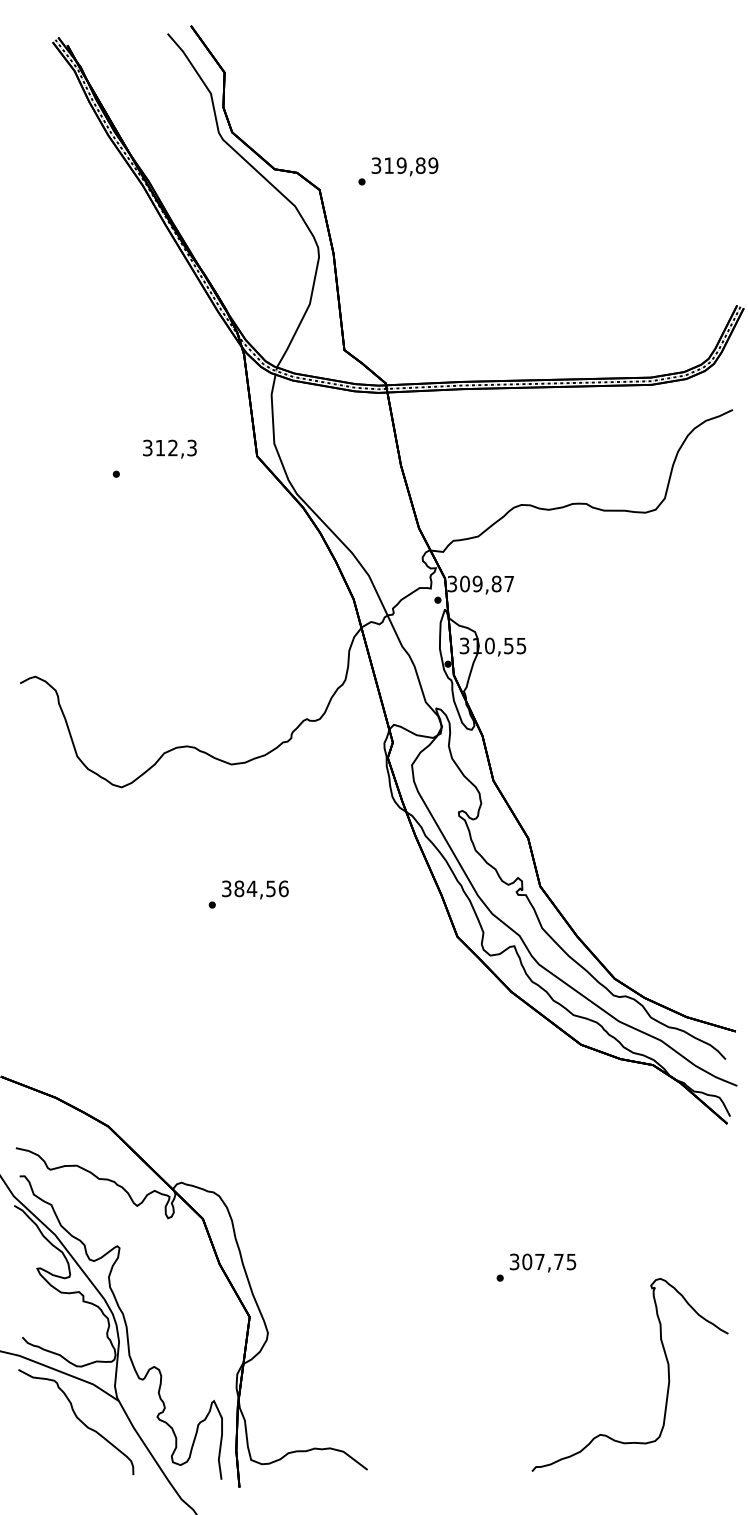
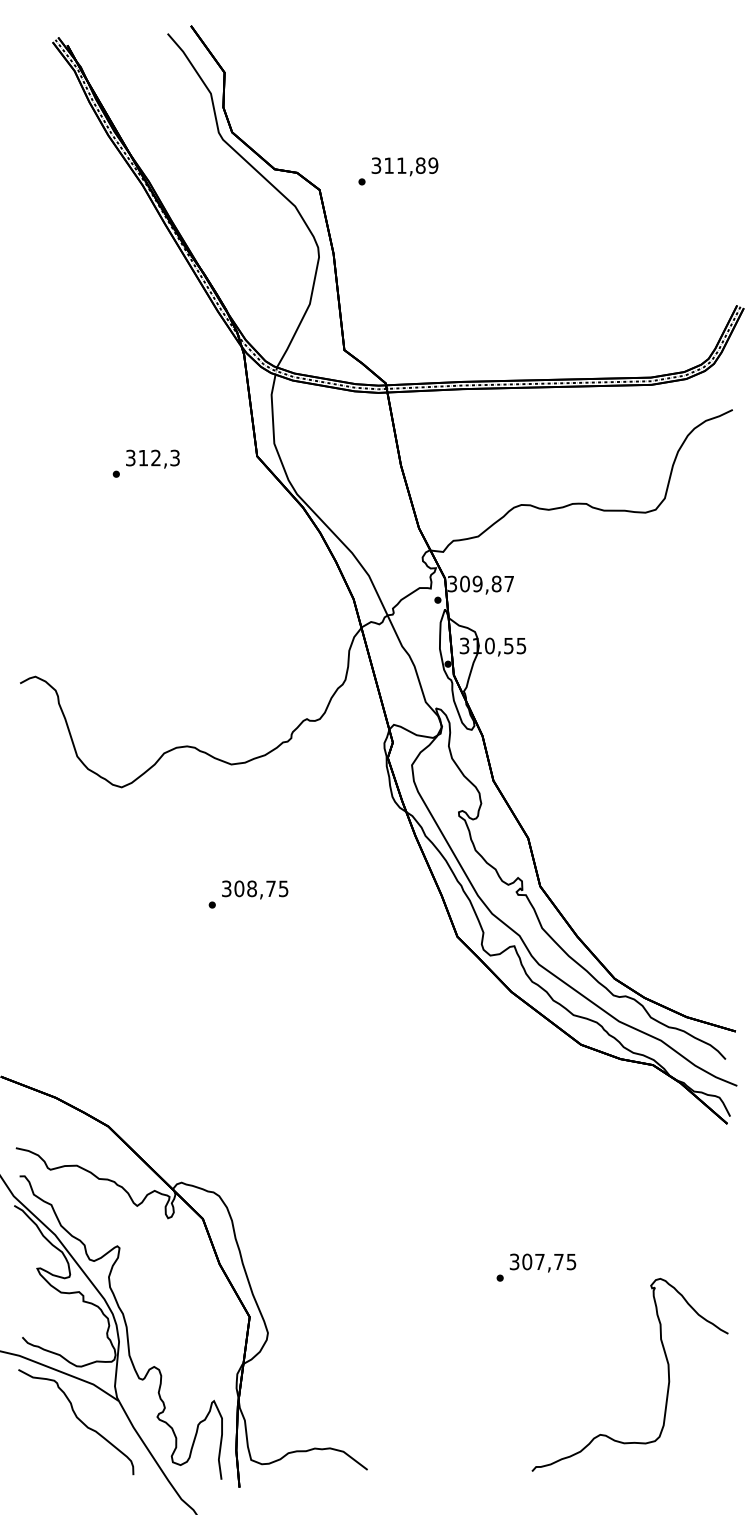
text at (401, 165): 319,89 -> 311,89
text at (169, 448) position: (169, 448) -> (152, 458)
text at (261, 888): 384,56 -> 308,75
